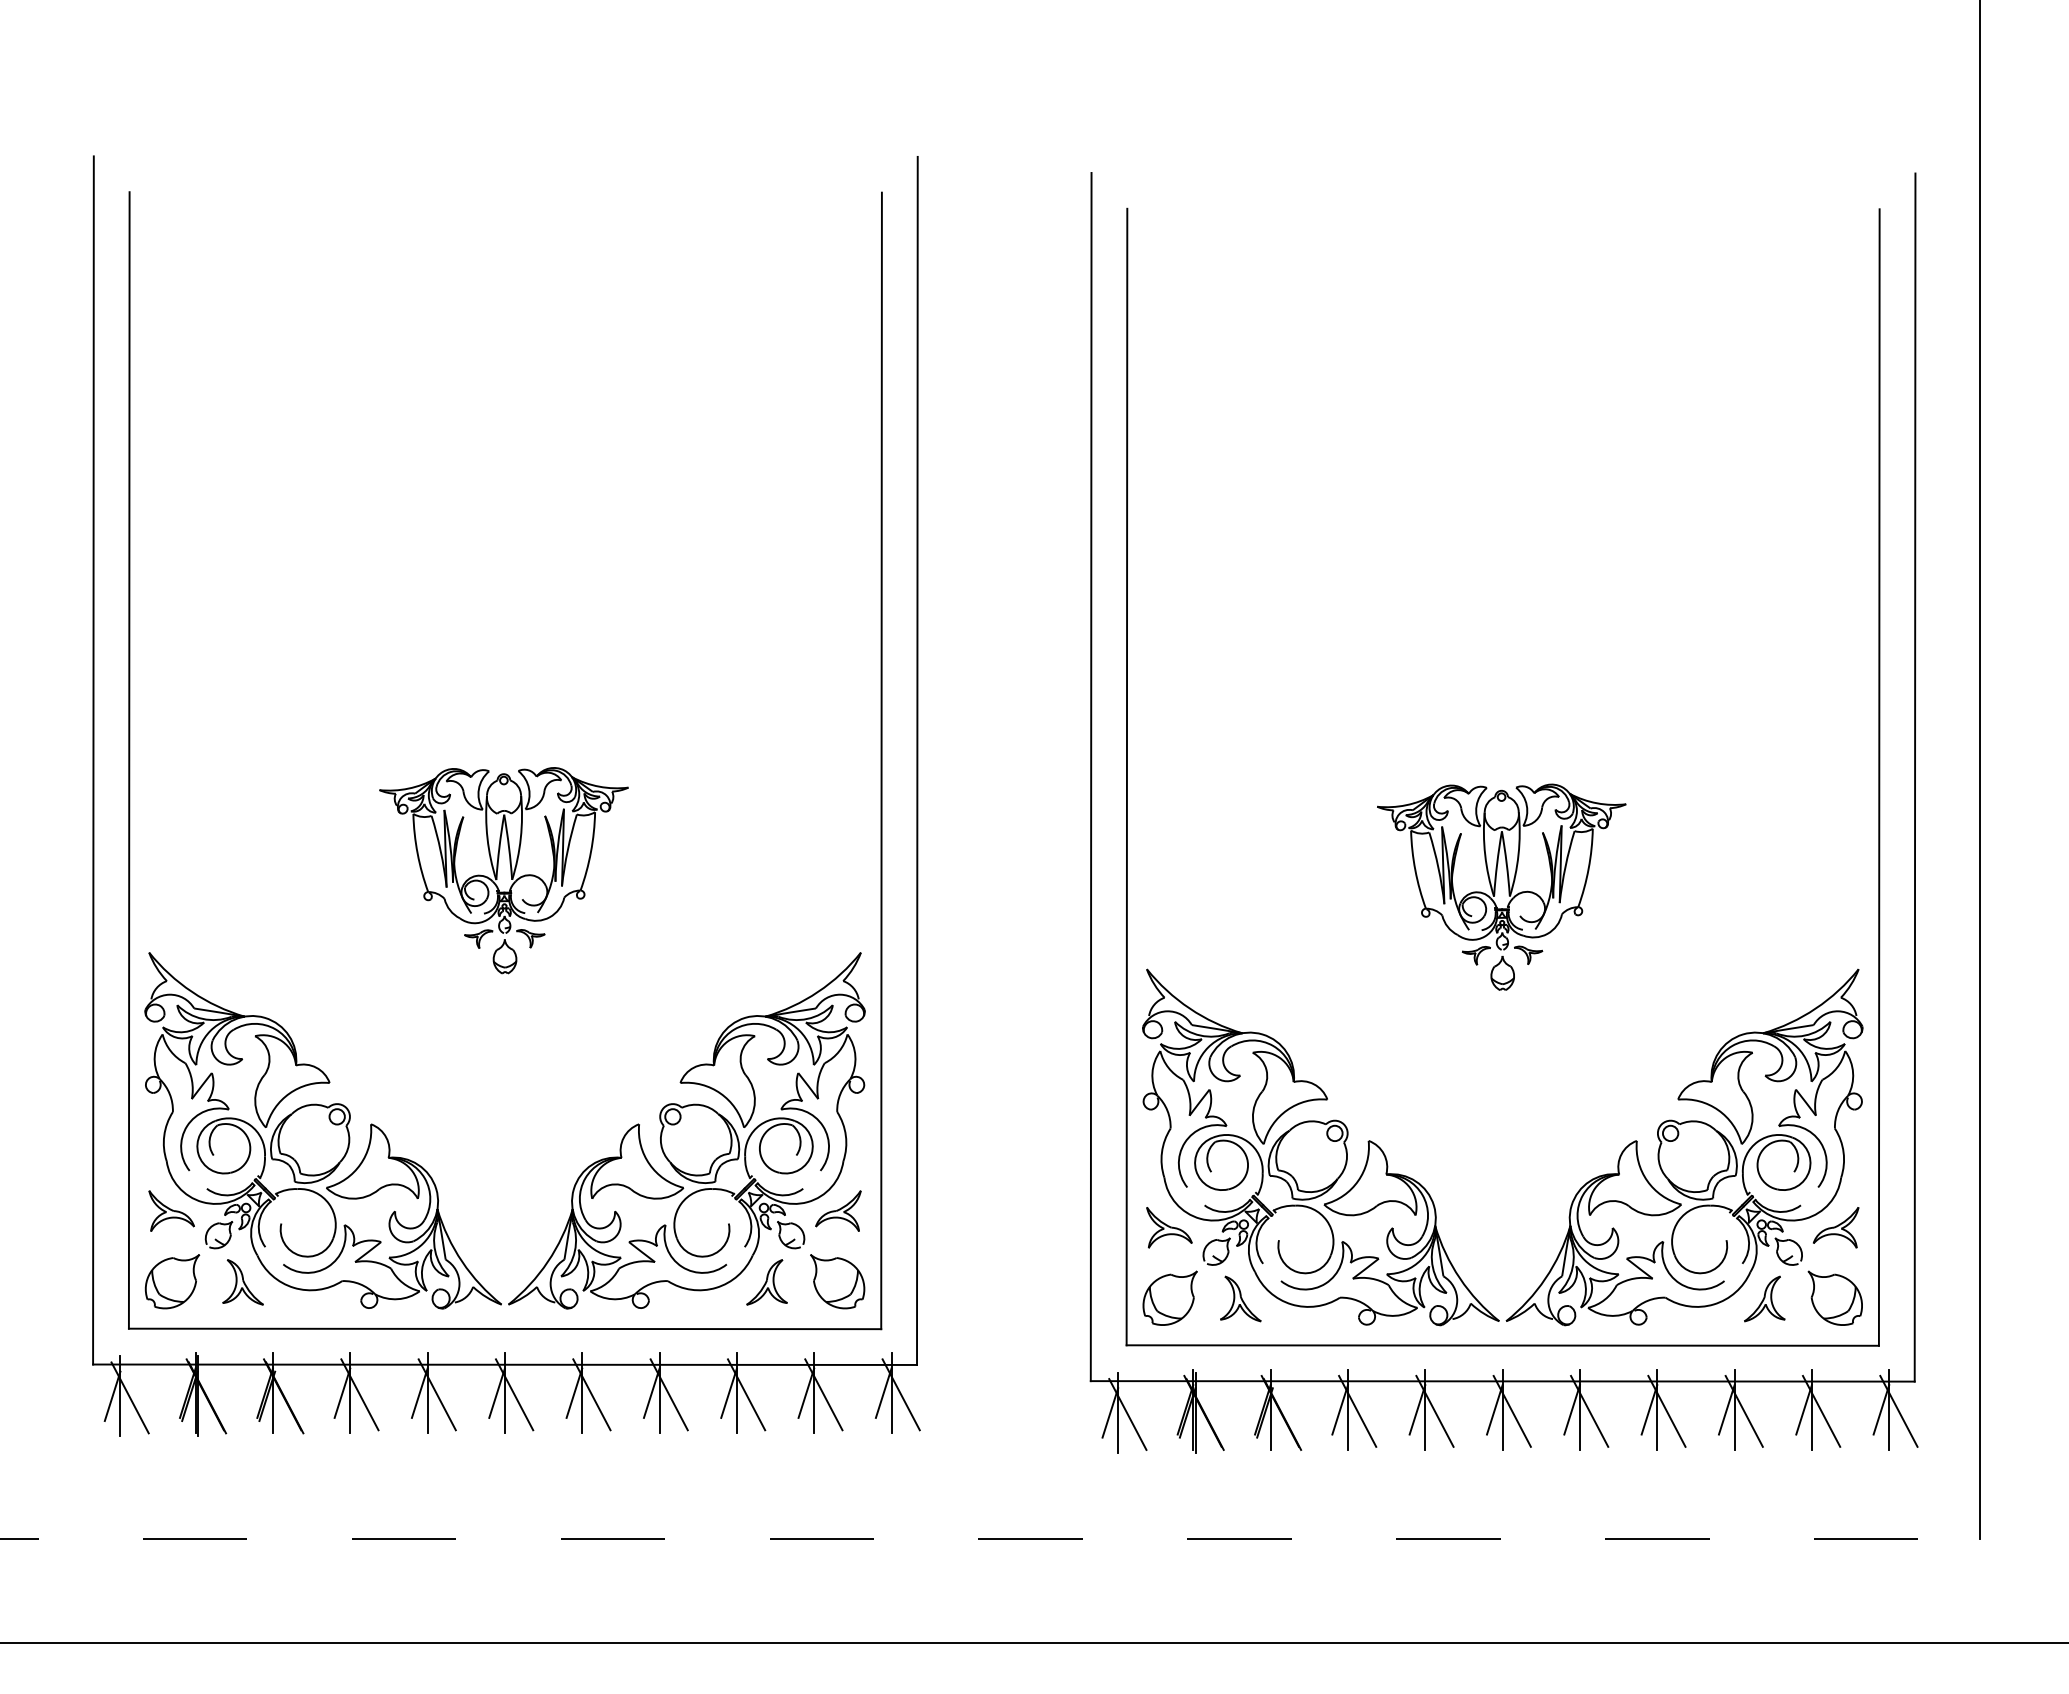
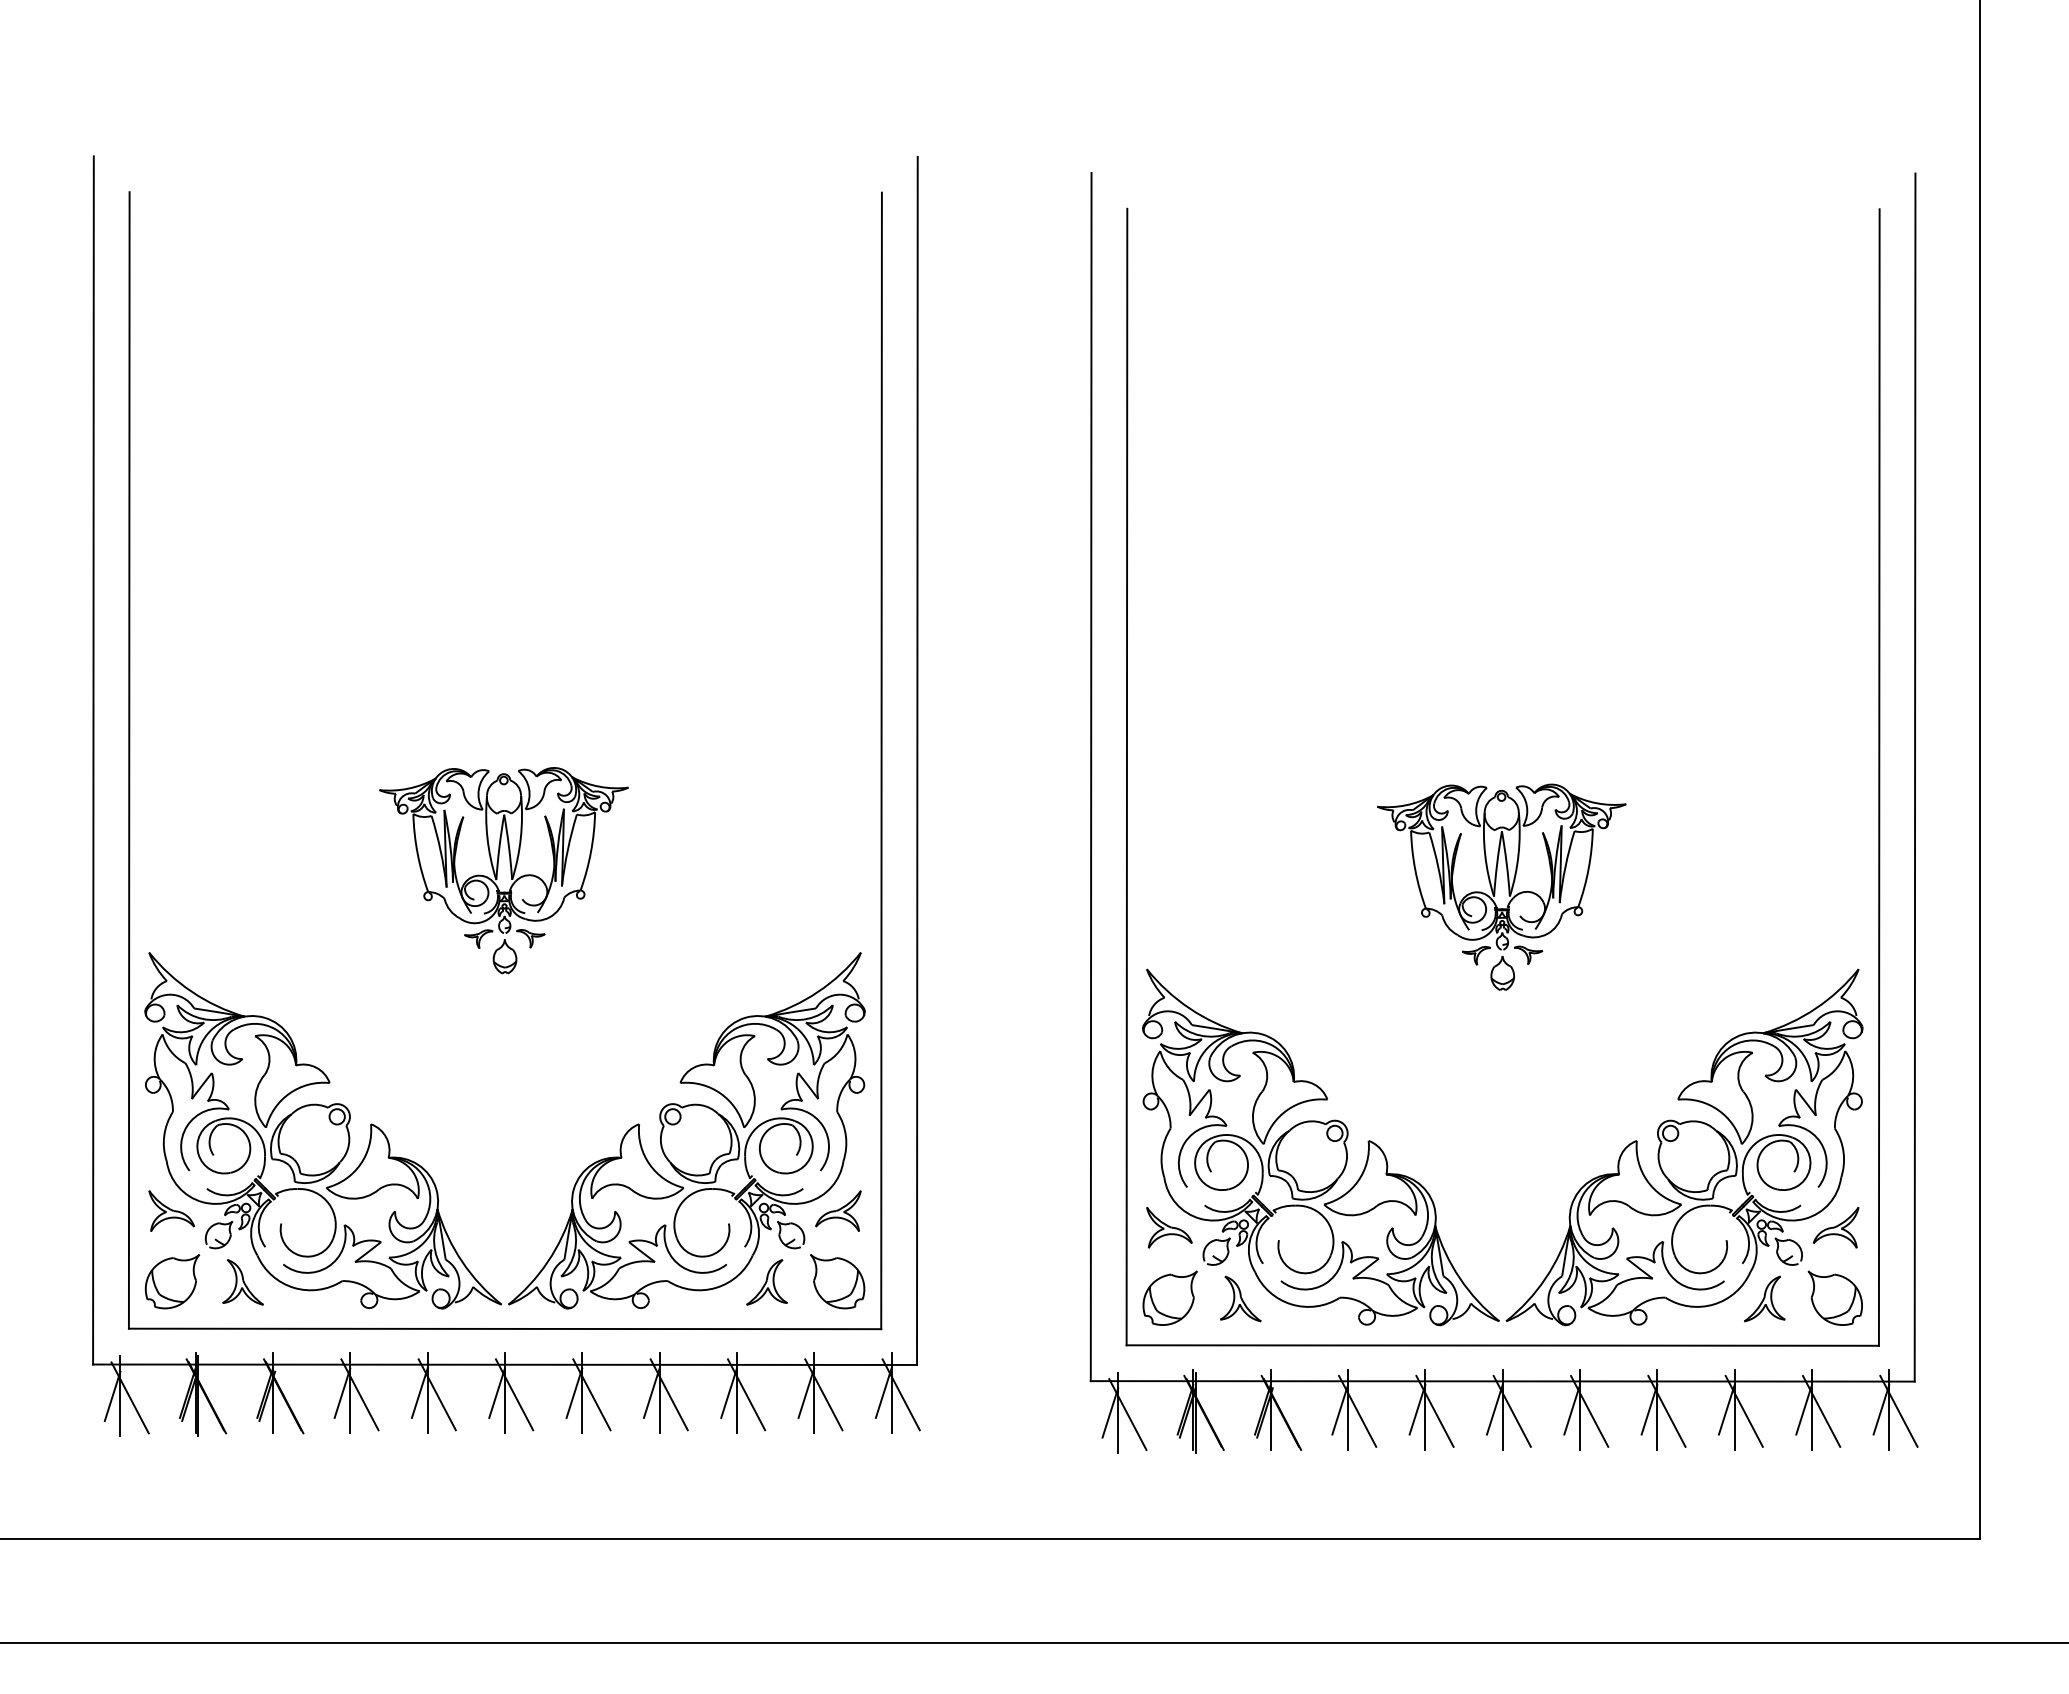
line at (990, 1538): dashed -> solid
